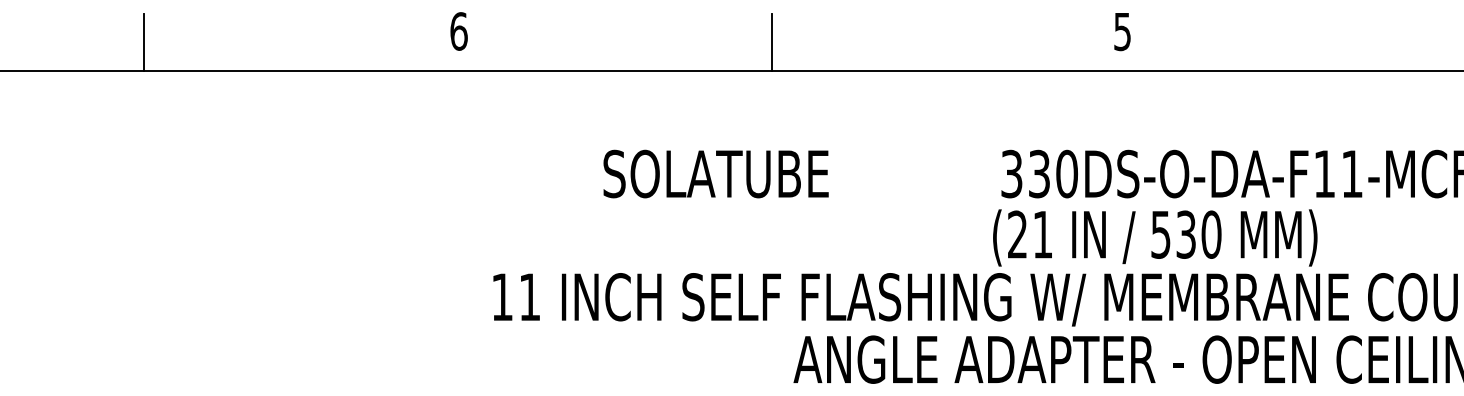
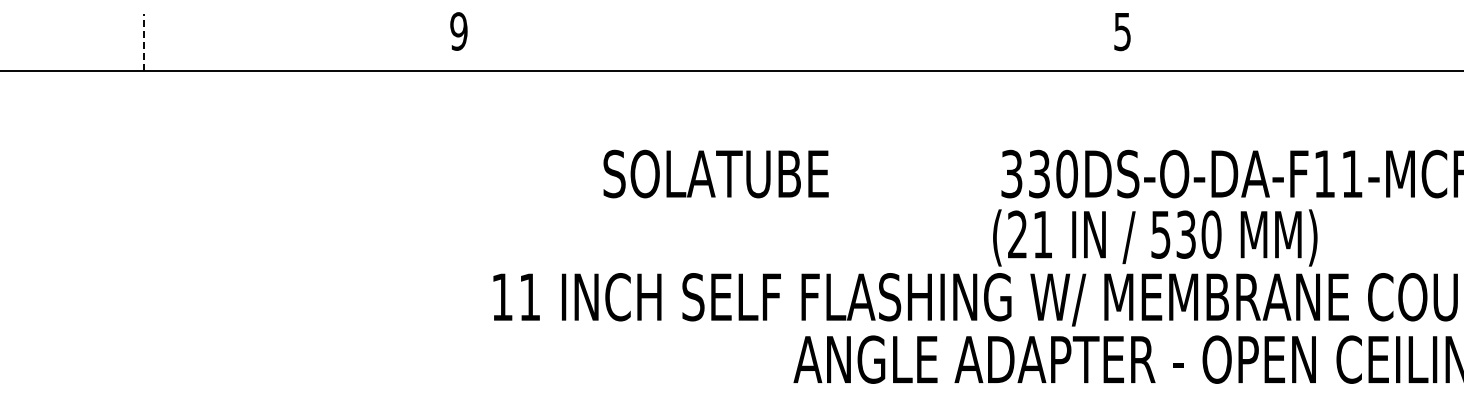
text at (458, 31): 6 -> 9
line at (144, 41): solid -> dashed
line at (771, 42): present -> none
